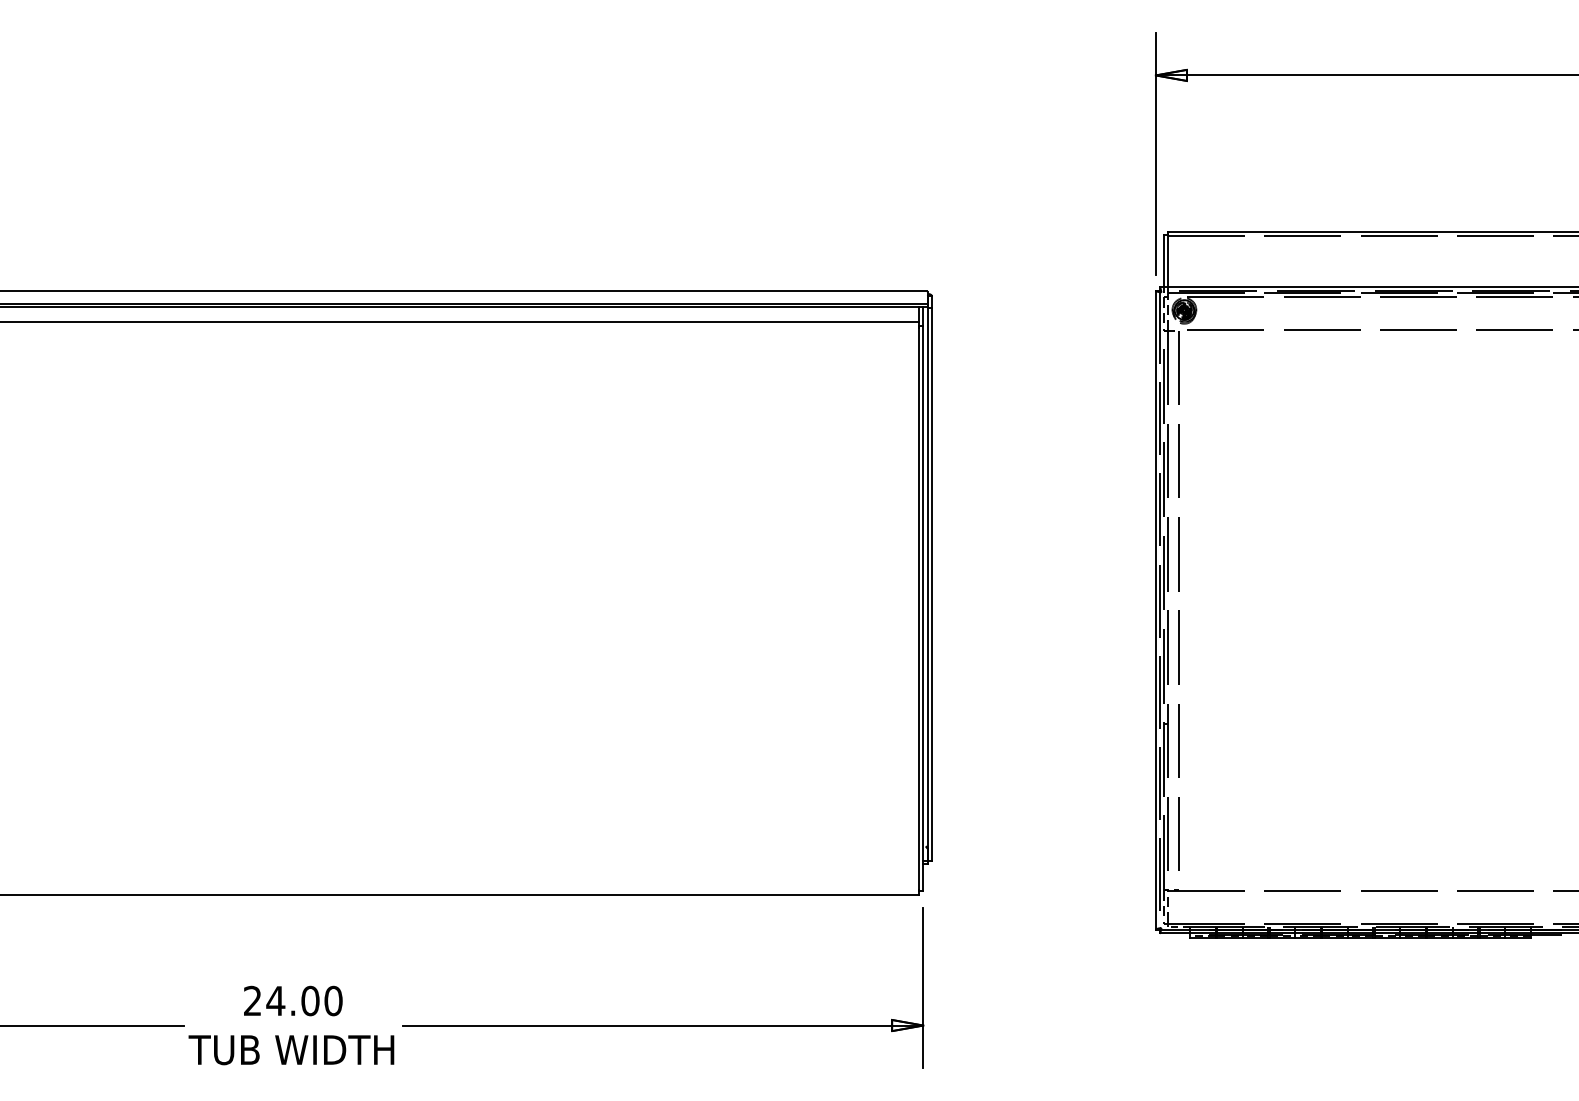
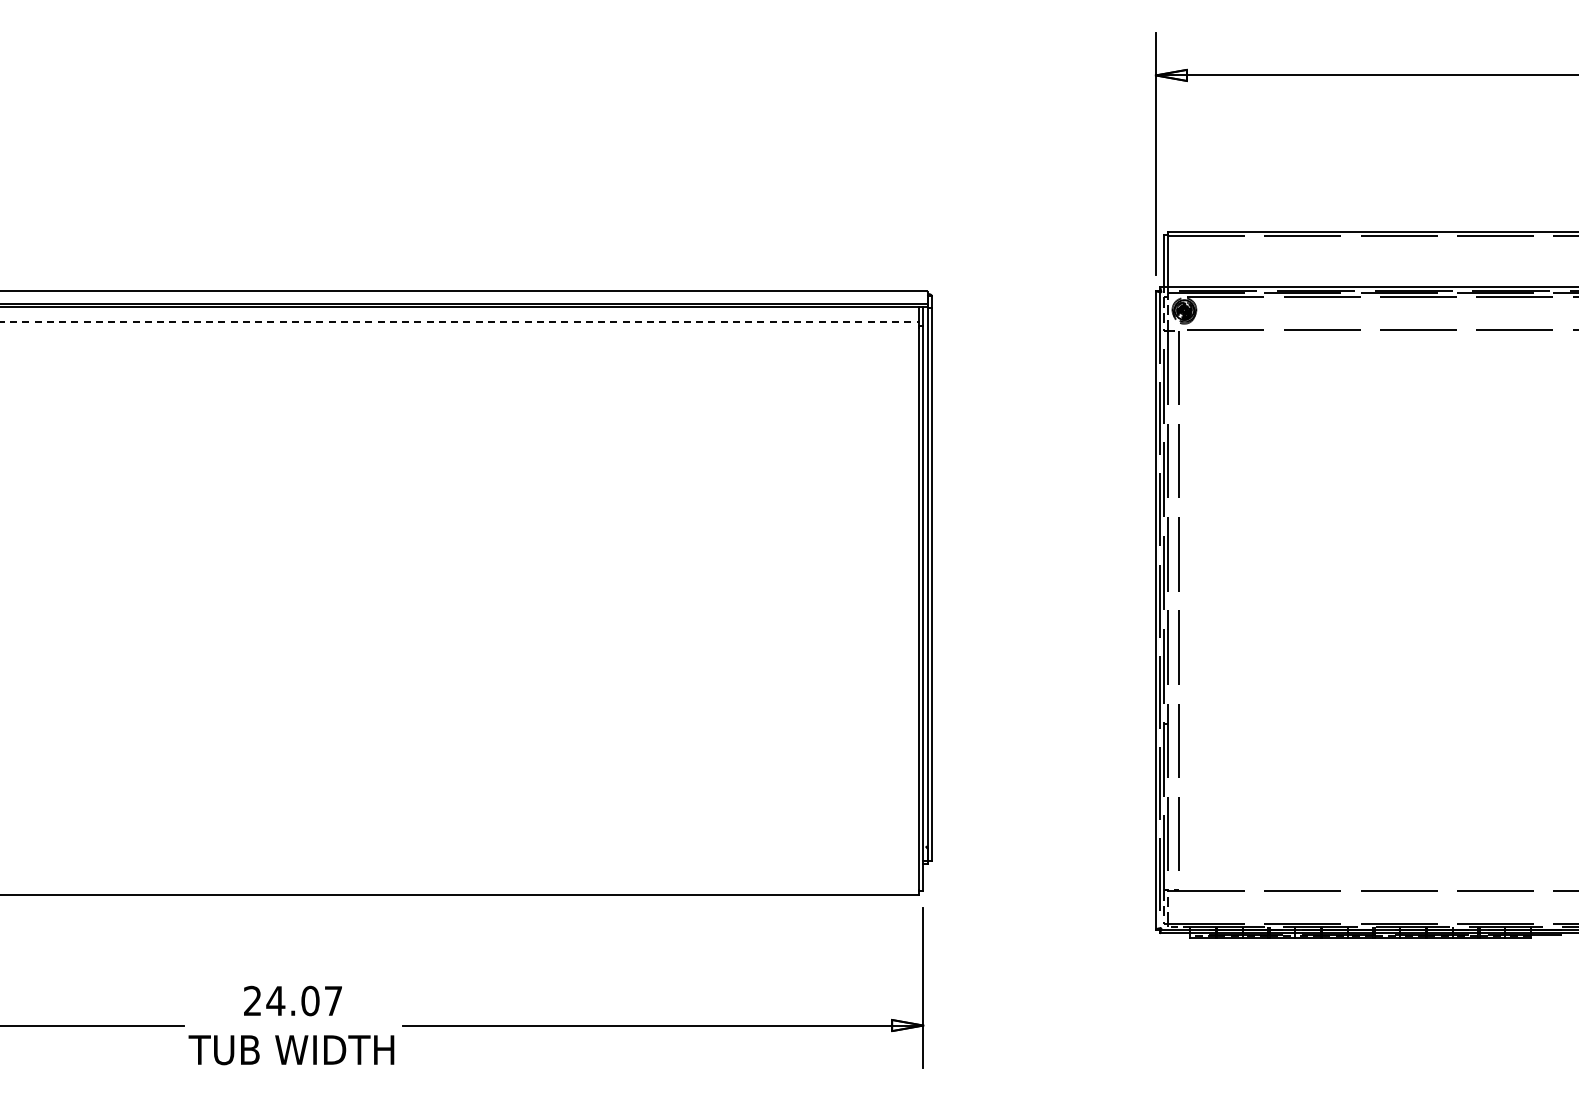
line at (460, 322): solid -> dashed
text at (333, 1000): 24.00 -> 24.07
